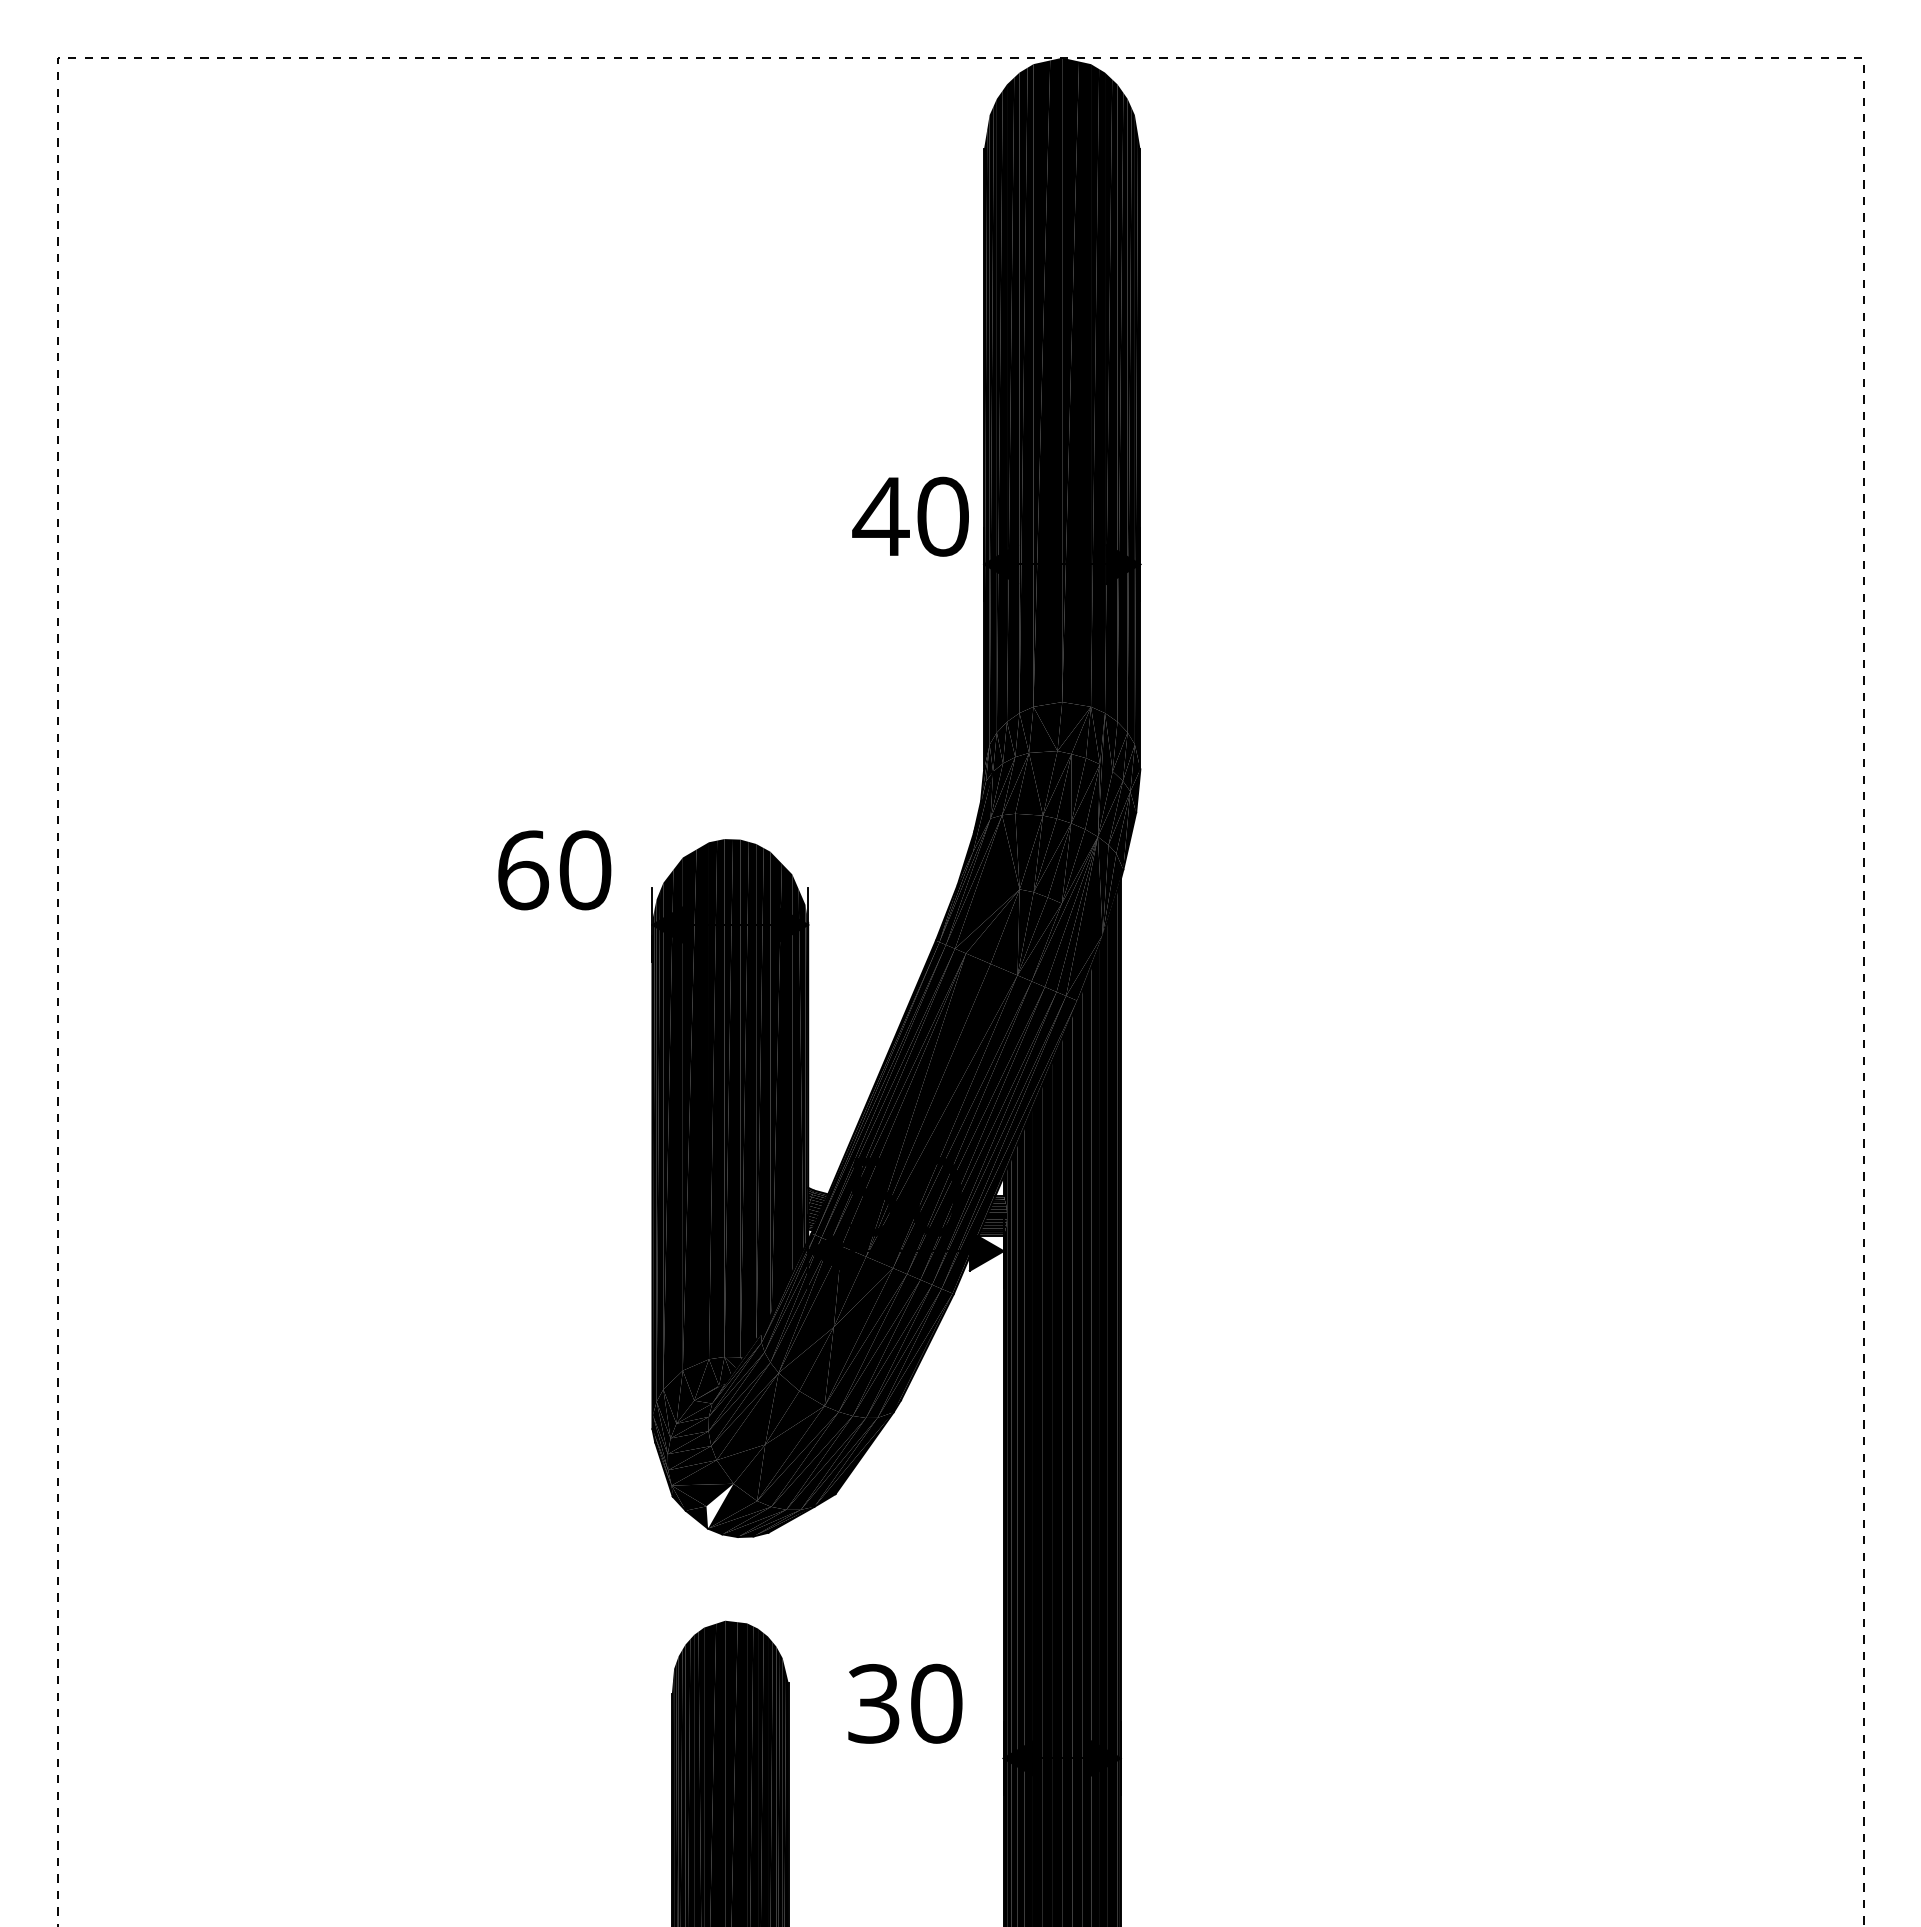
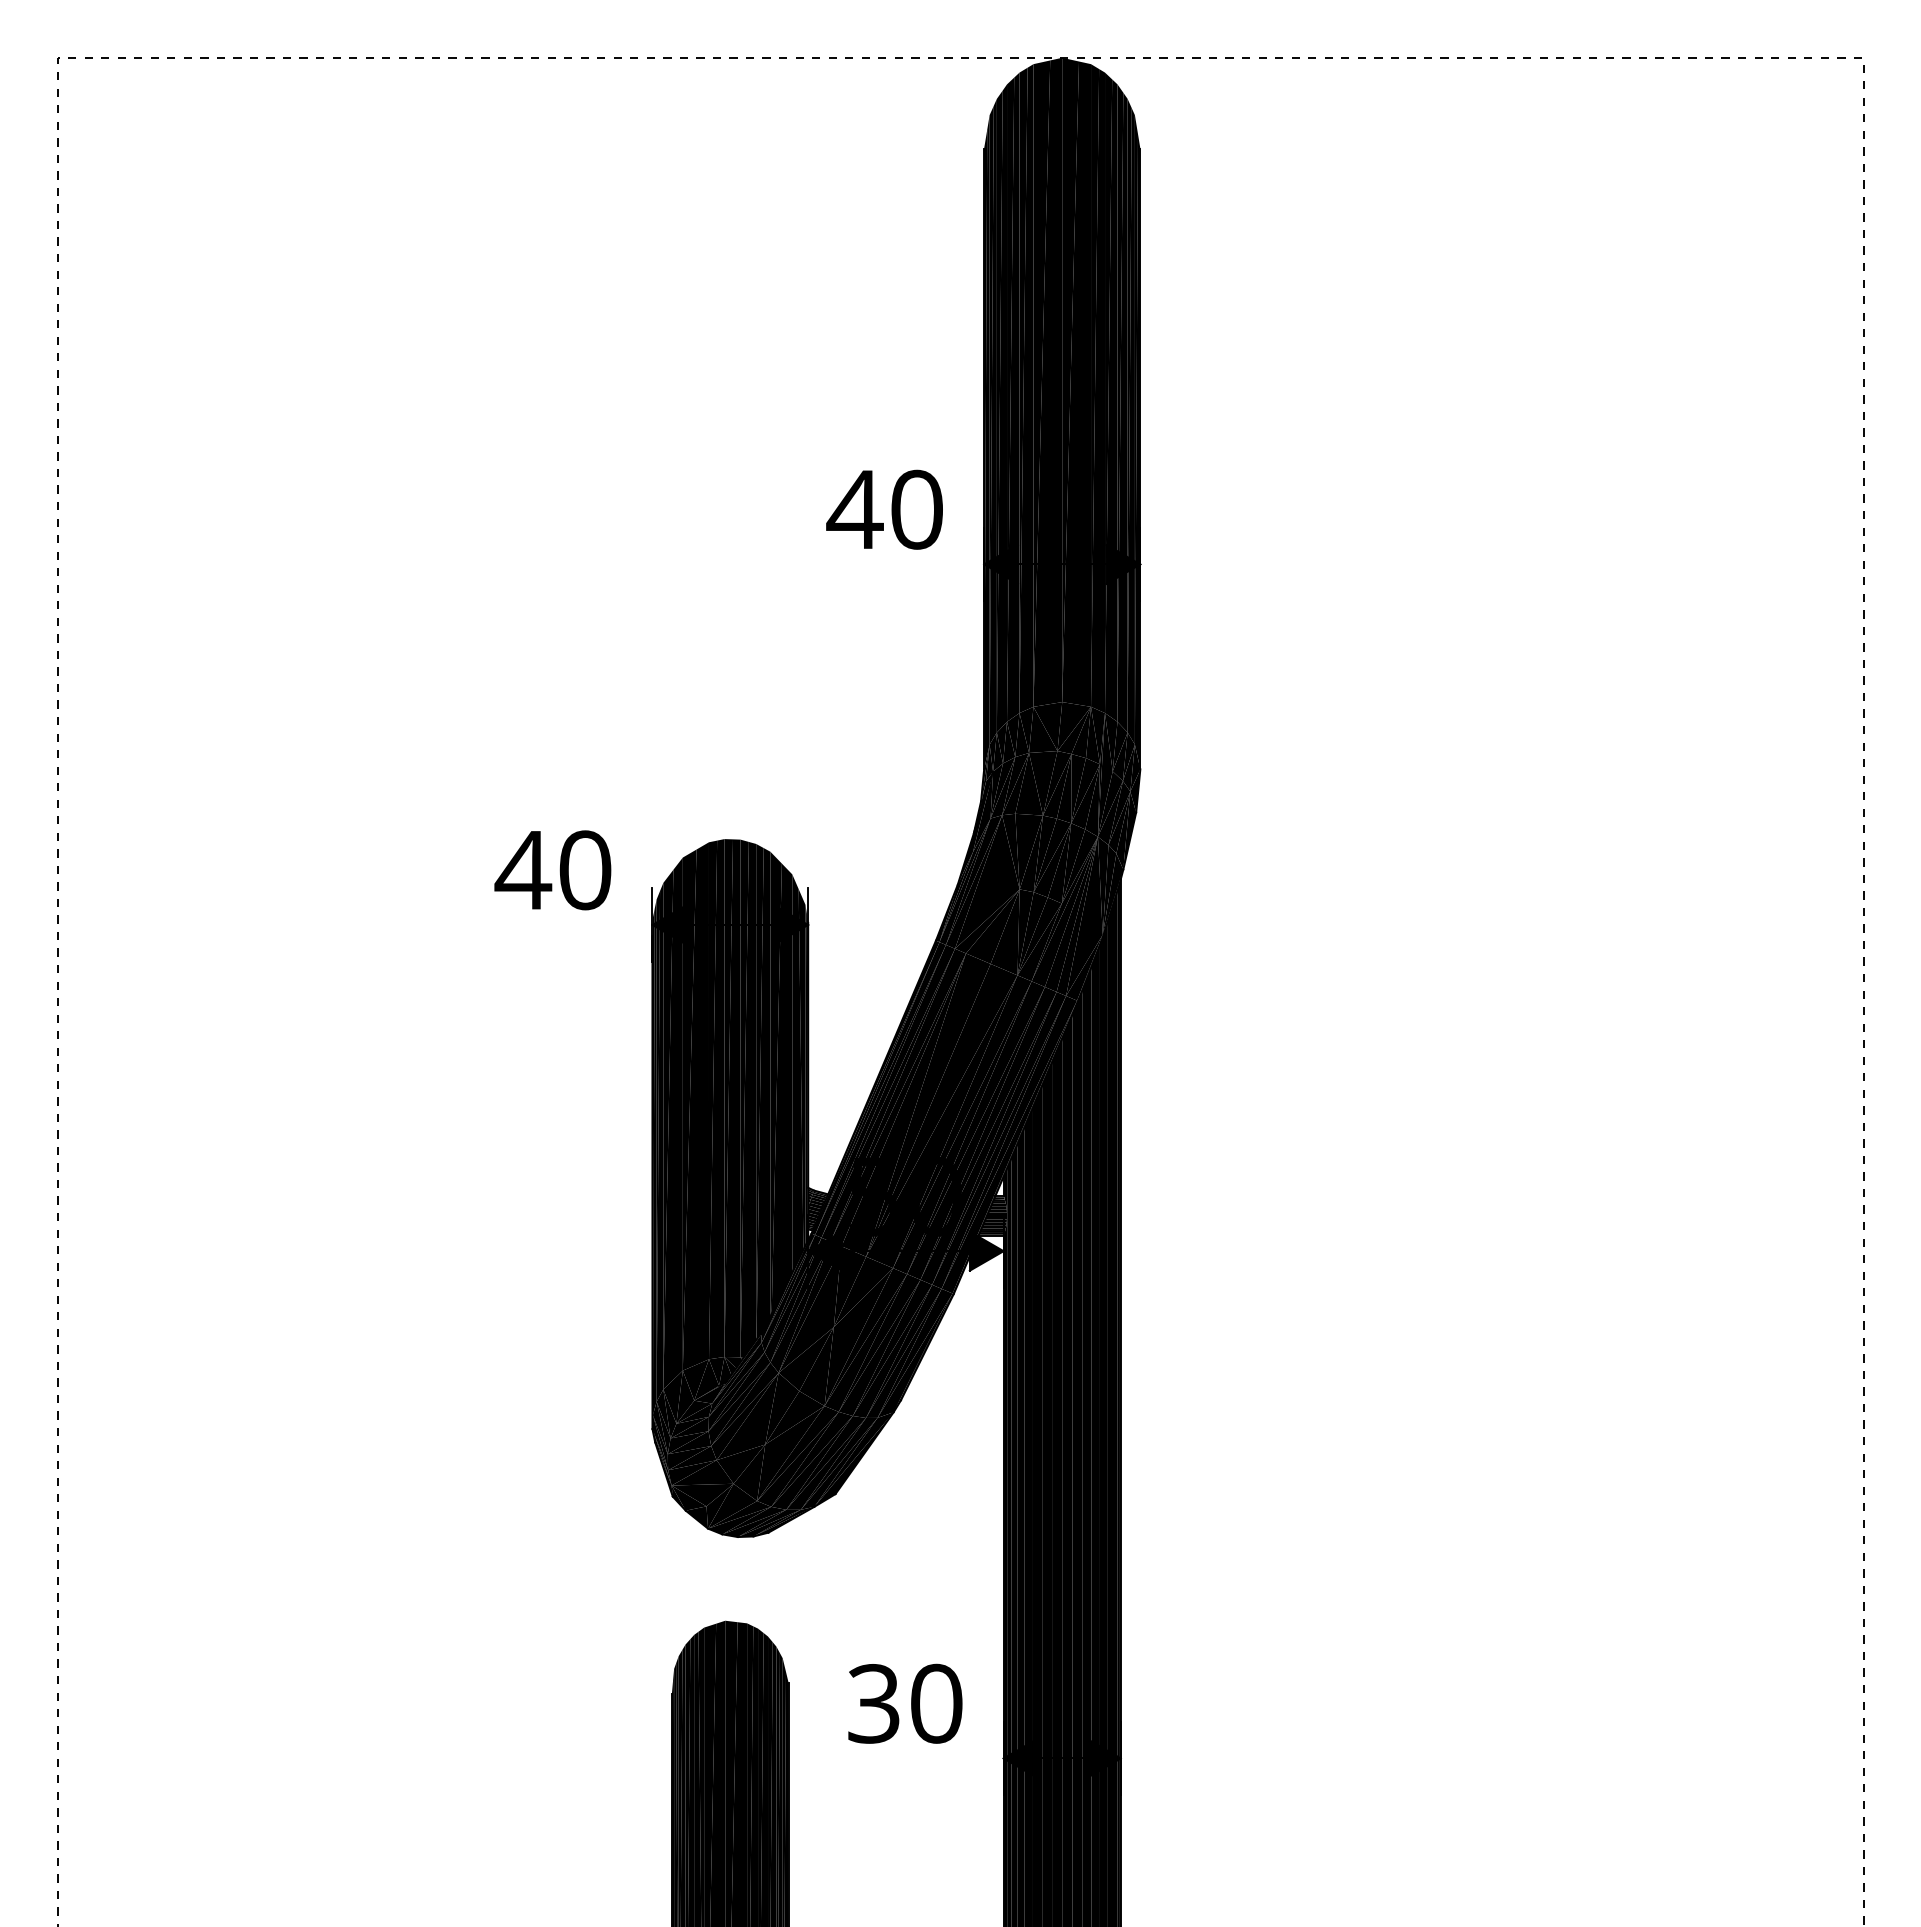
text at (910, 516) position: (910, 516) -> (884, 509)
text at (523, 870): 60 -> 40
fill at (719, 1505): none -> present
